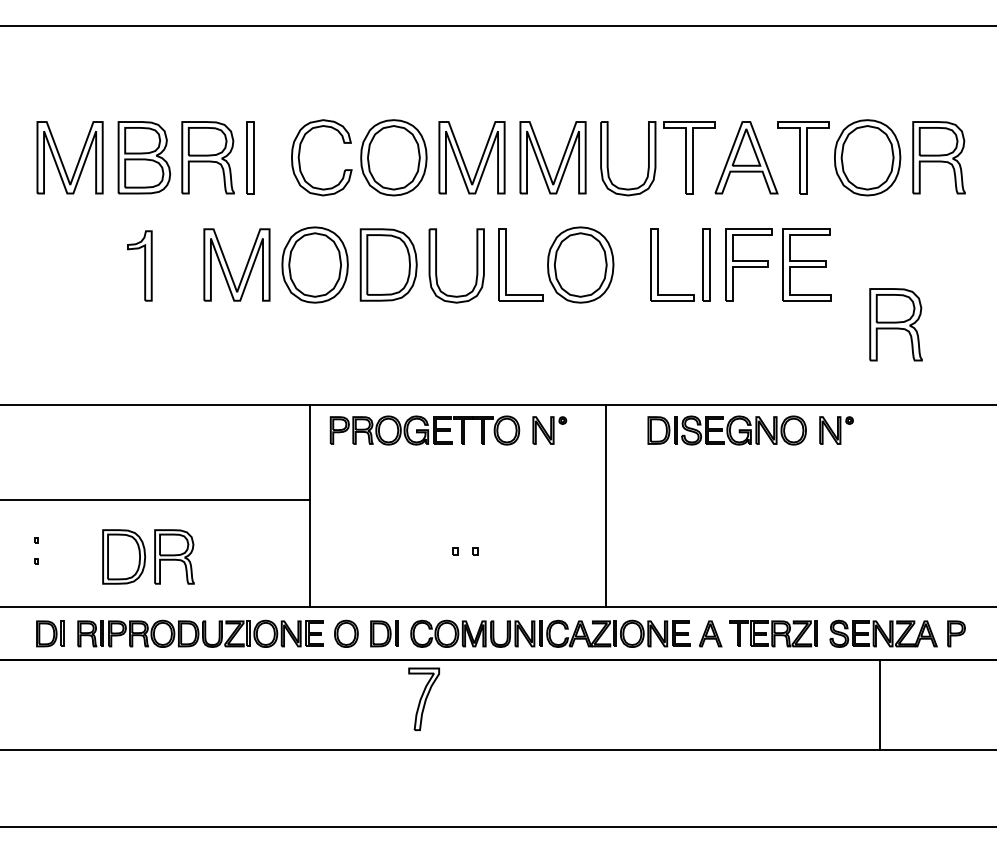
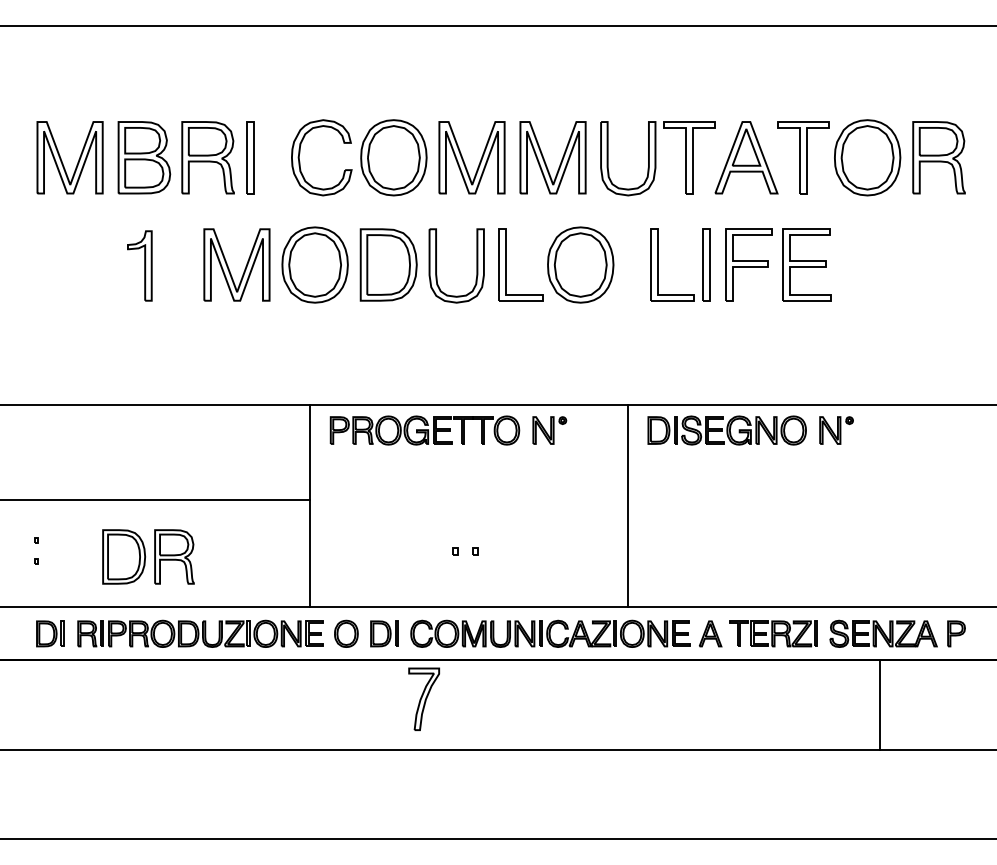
part at (895, 324): present -> none
line at (605, 505) position: (605, 505) -> (627, 505)
line at (497, 827) position: (497, 827) -> (497, 839)
